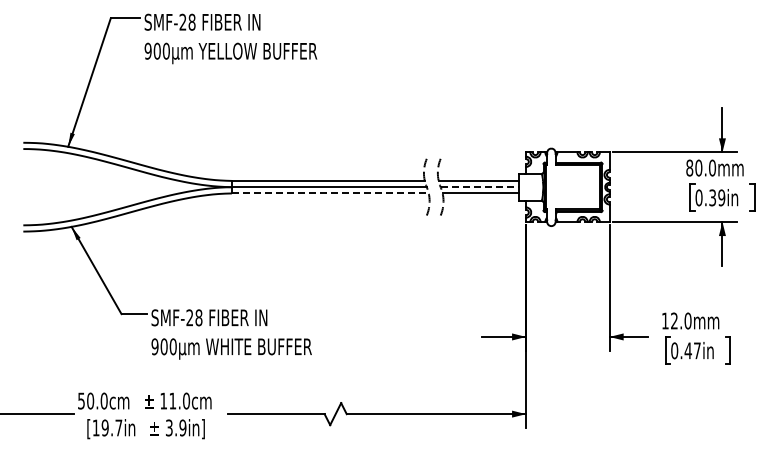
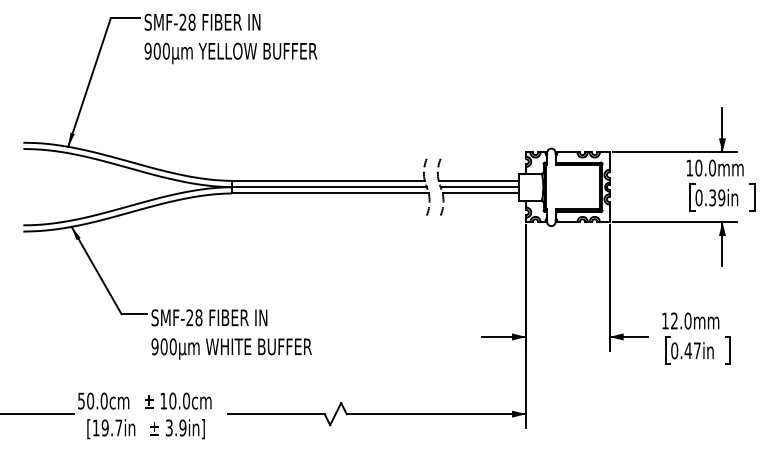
text at (689, 167): 80.0mm -> 10.0mm
line at (480, 187): dashed -> solid
line at (330, 193): dashed -> solid
text at (172, 400): 11.0cm -> 10.0cm
